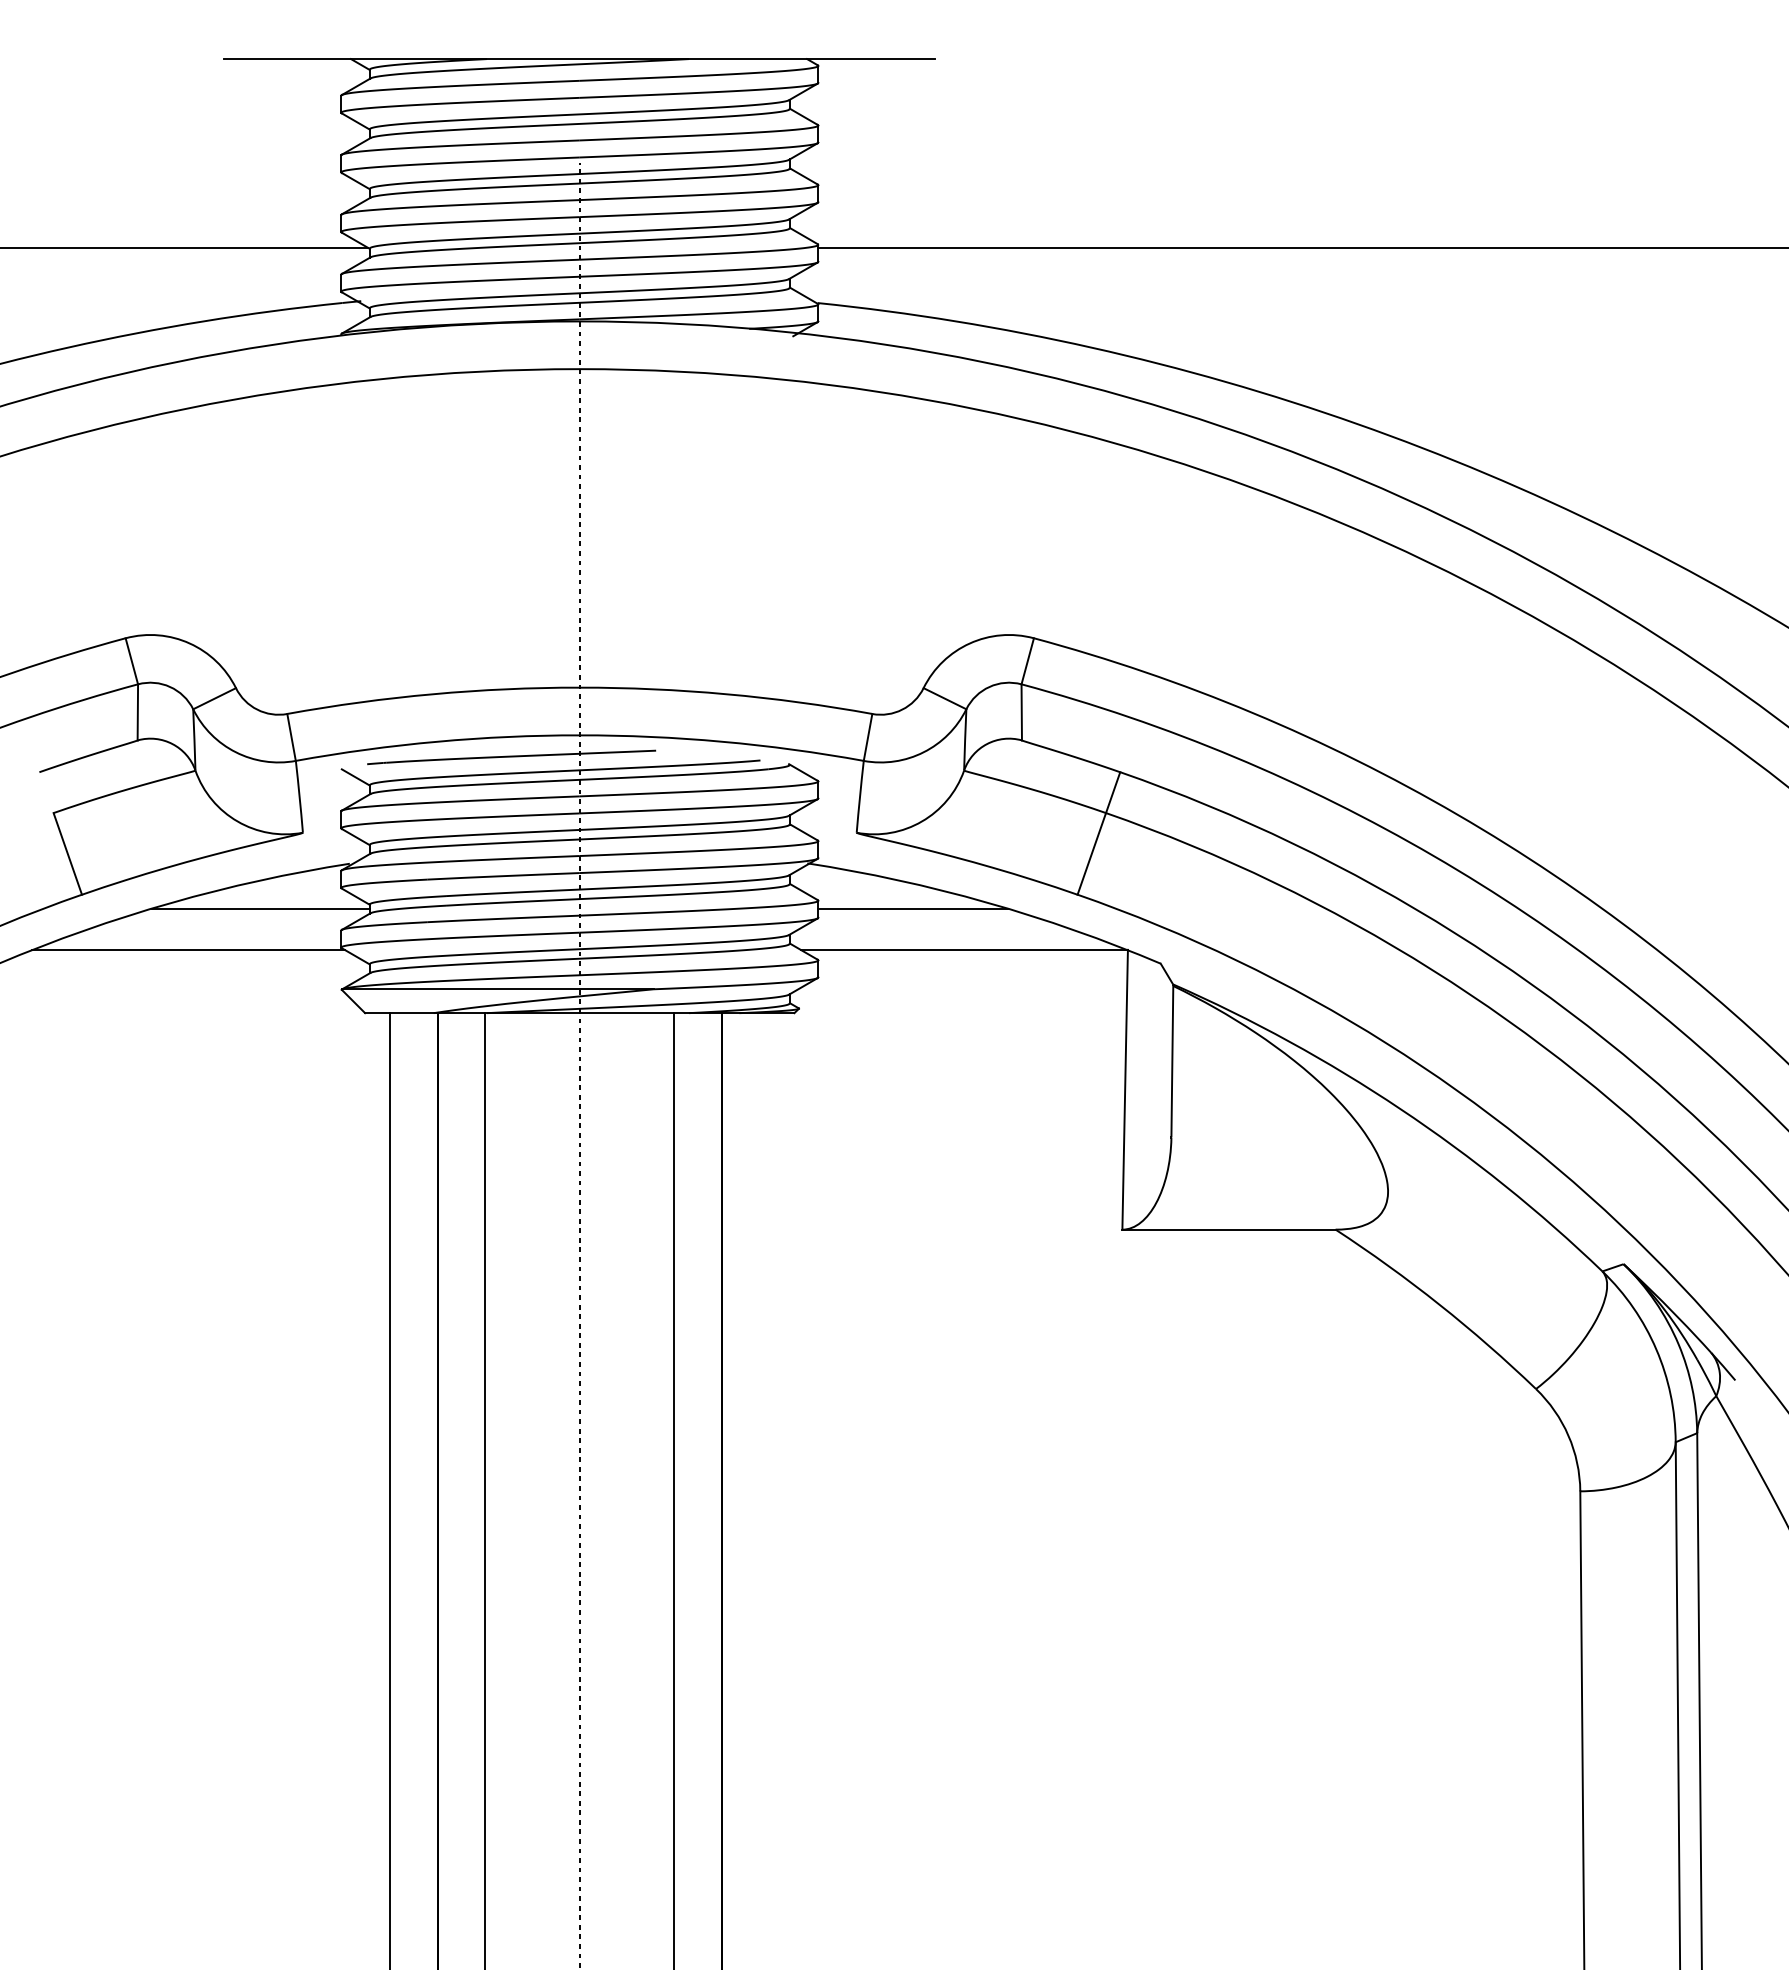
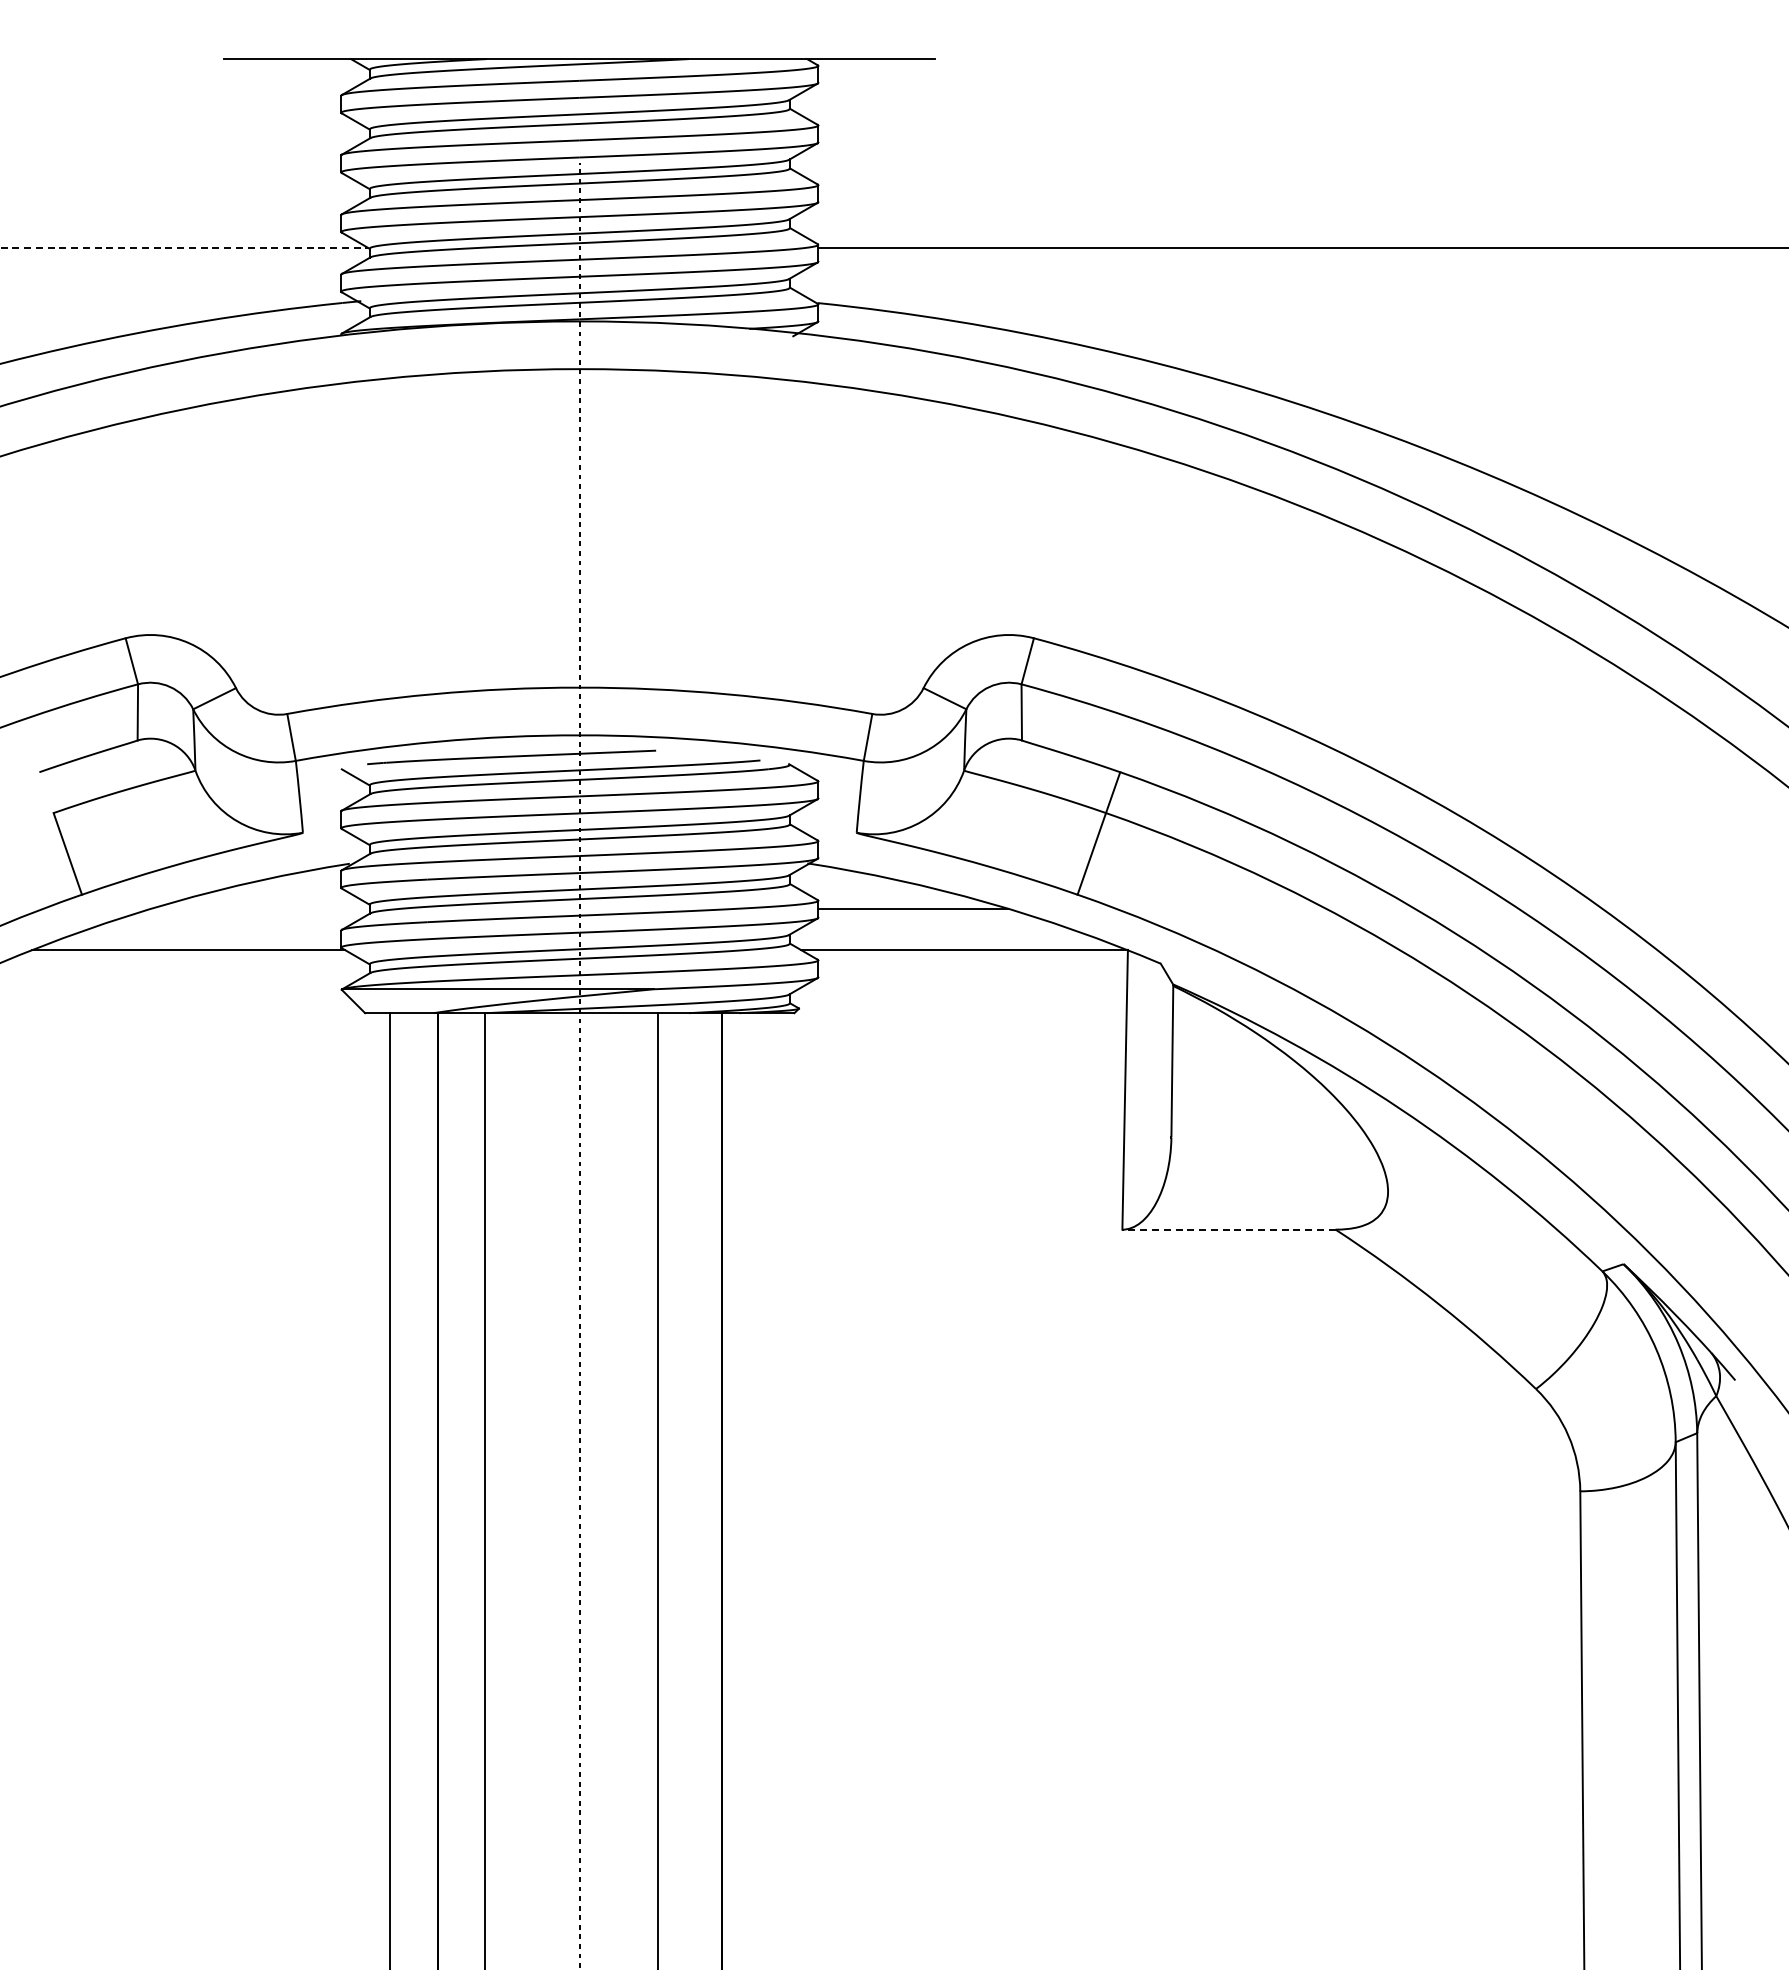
line at (184, 247): solid -> dashed
line at (260, 909): present -> none
line at (1228, 1229): solid -> dashed
line at (674, 1489) position: (674, 1489) -> (658, 1489)
